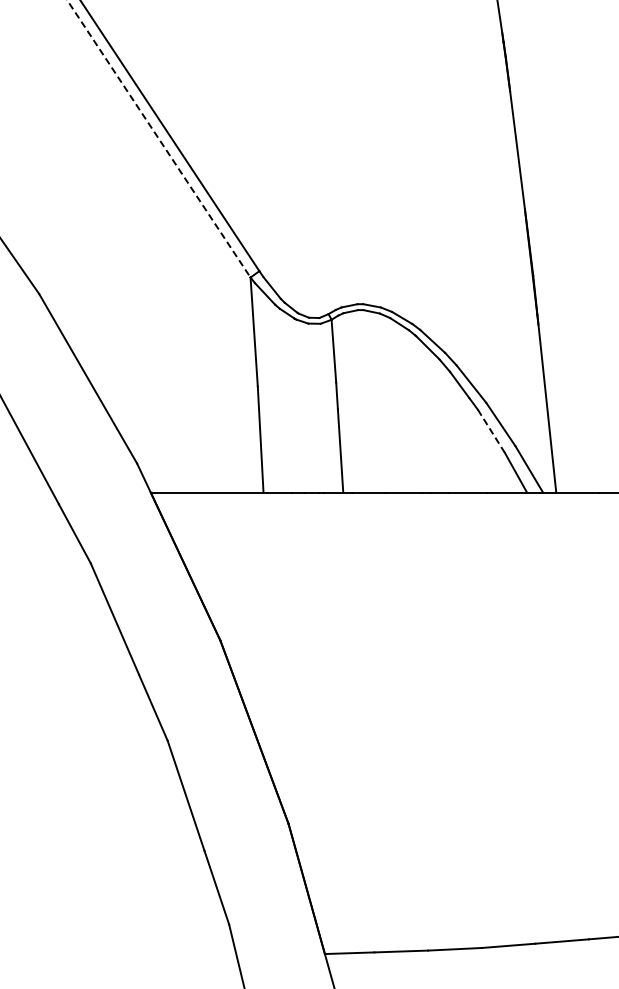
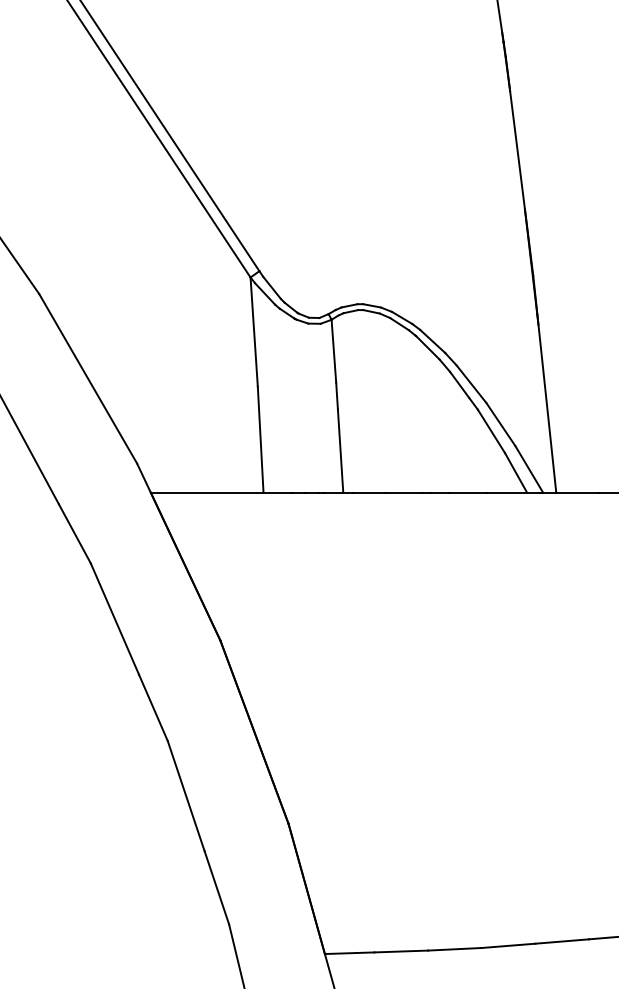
line at (159, 139): dashed -> solid
line at (491, 431): dashed -> solid
